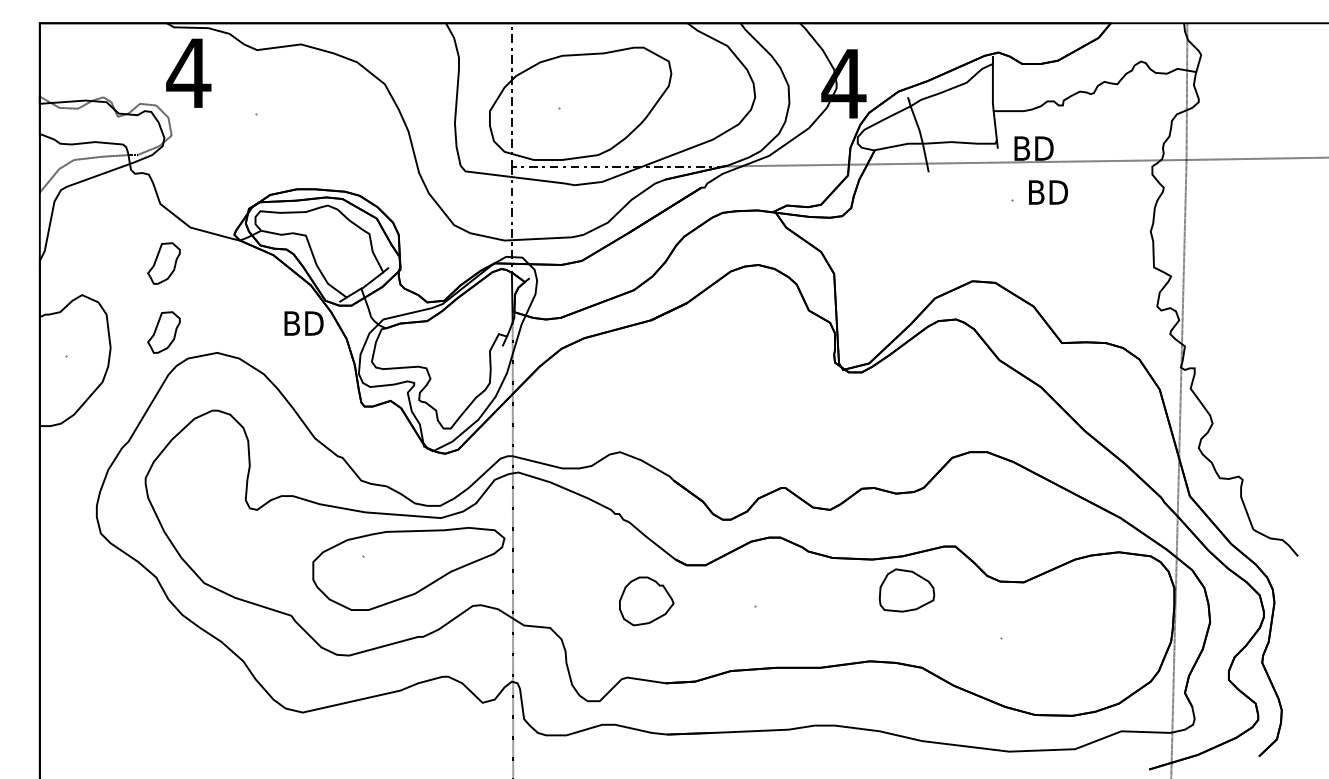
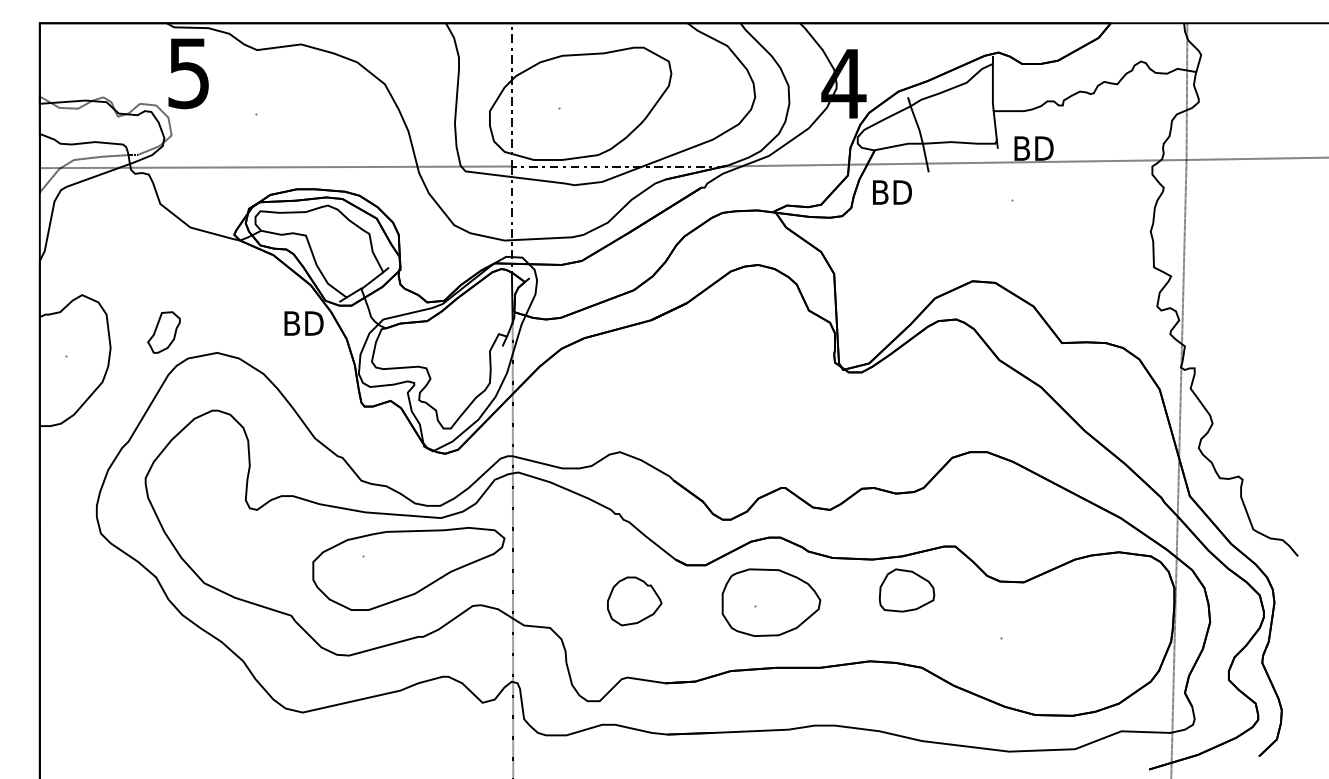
text at (188, 73): 4 -> 5
line at (275, 167): none -> present
text at (1048, 192) position: (1048, 192) -> (892, 192)
part at (163, 263): present -> none
part at (646, 601) position: (646, 601) -> (634, 601)
part at (771, 602): none -> present
